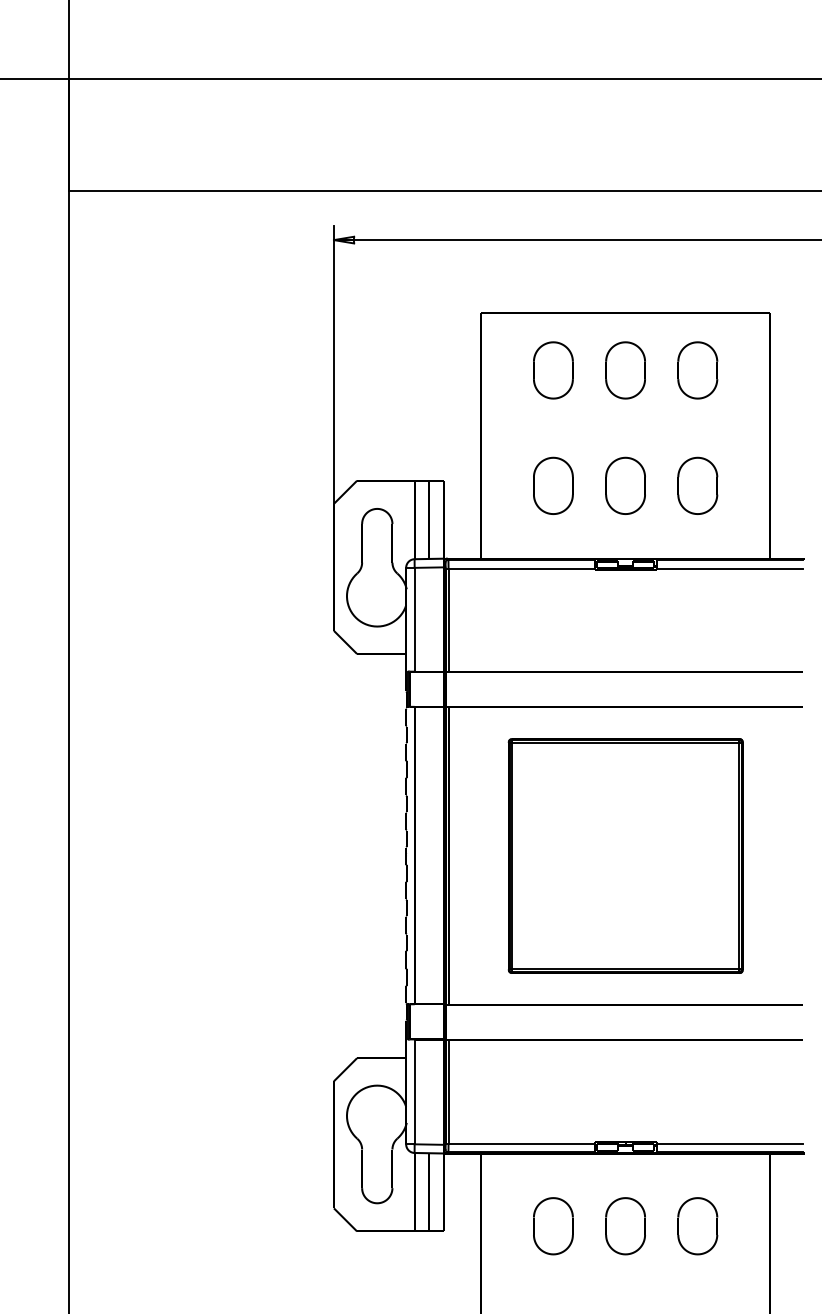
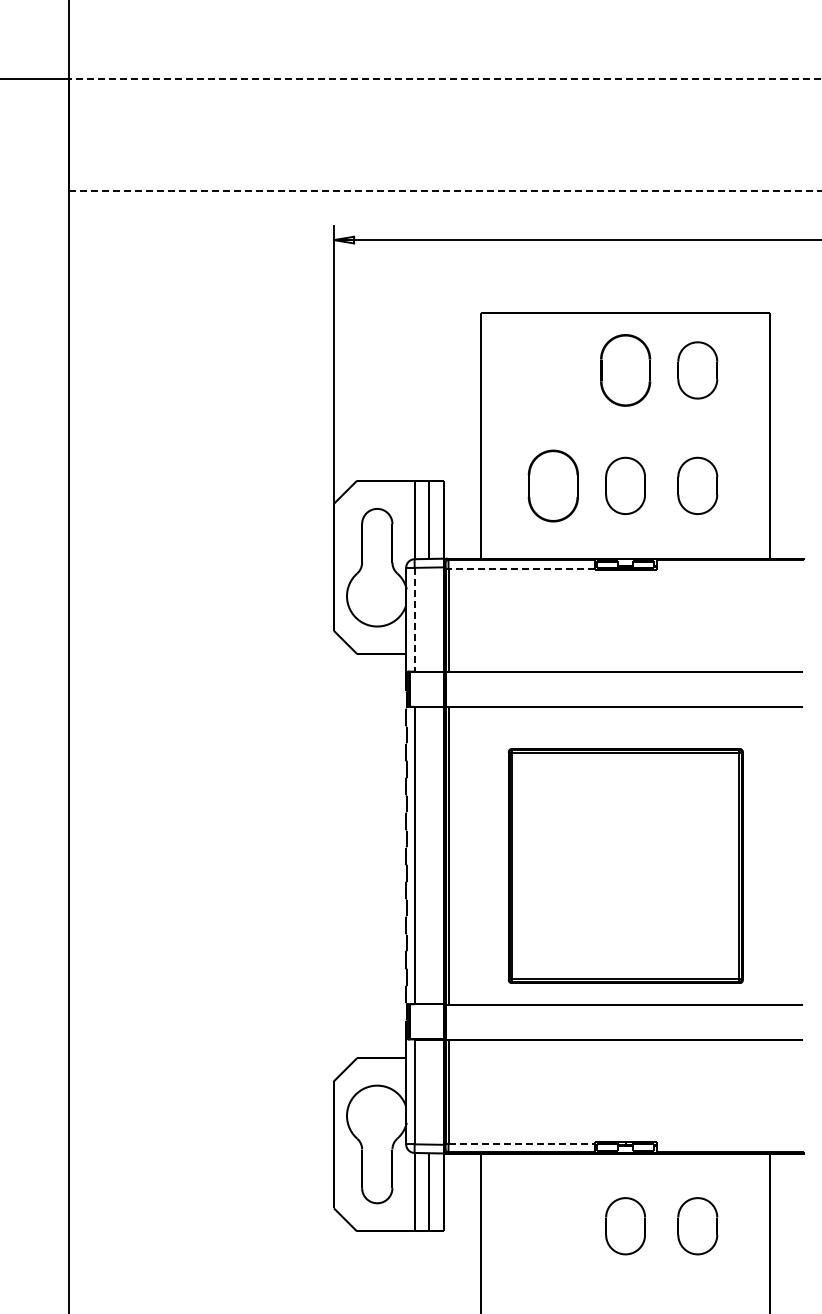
line at (445, 78): solid -> dashed
line at (445, 190): solid -> dashed
part at (553, 370): present -> none
part at (625, 370) size: 41x59 px -> 52x73 px
part at (553, 485) size: 41x59 px -> 52x74 px
line at (521, 568): solid -> dashed
line at (729, 568): present -> none
line at (414, 619): solid -> dashed
part at (625, 855) position: (625, 855) -> (625, 865)
line at (522, 1143): solid -> dashed
line at (729, 1143): present -> none
part at (553, 1226): present -> none
